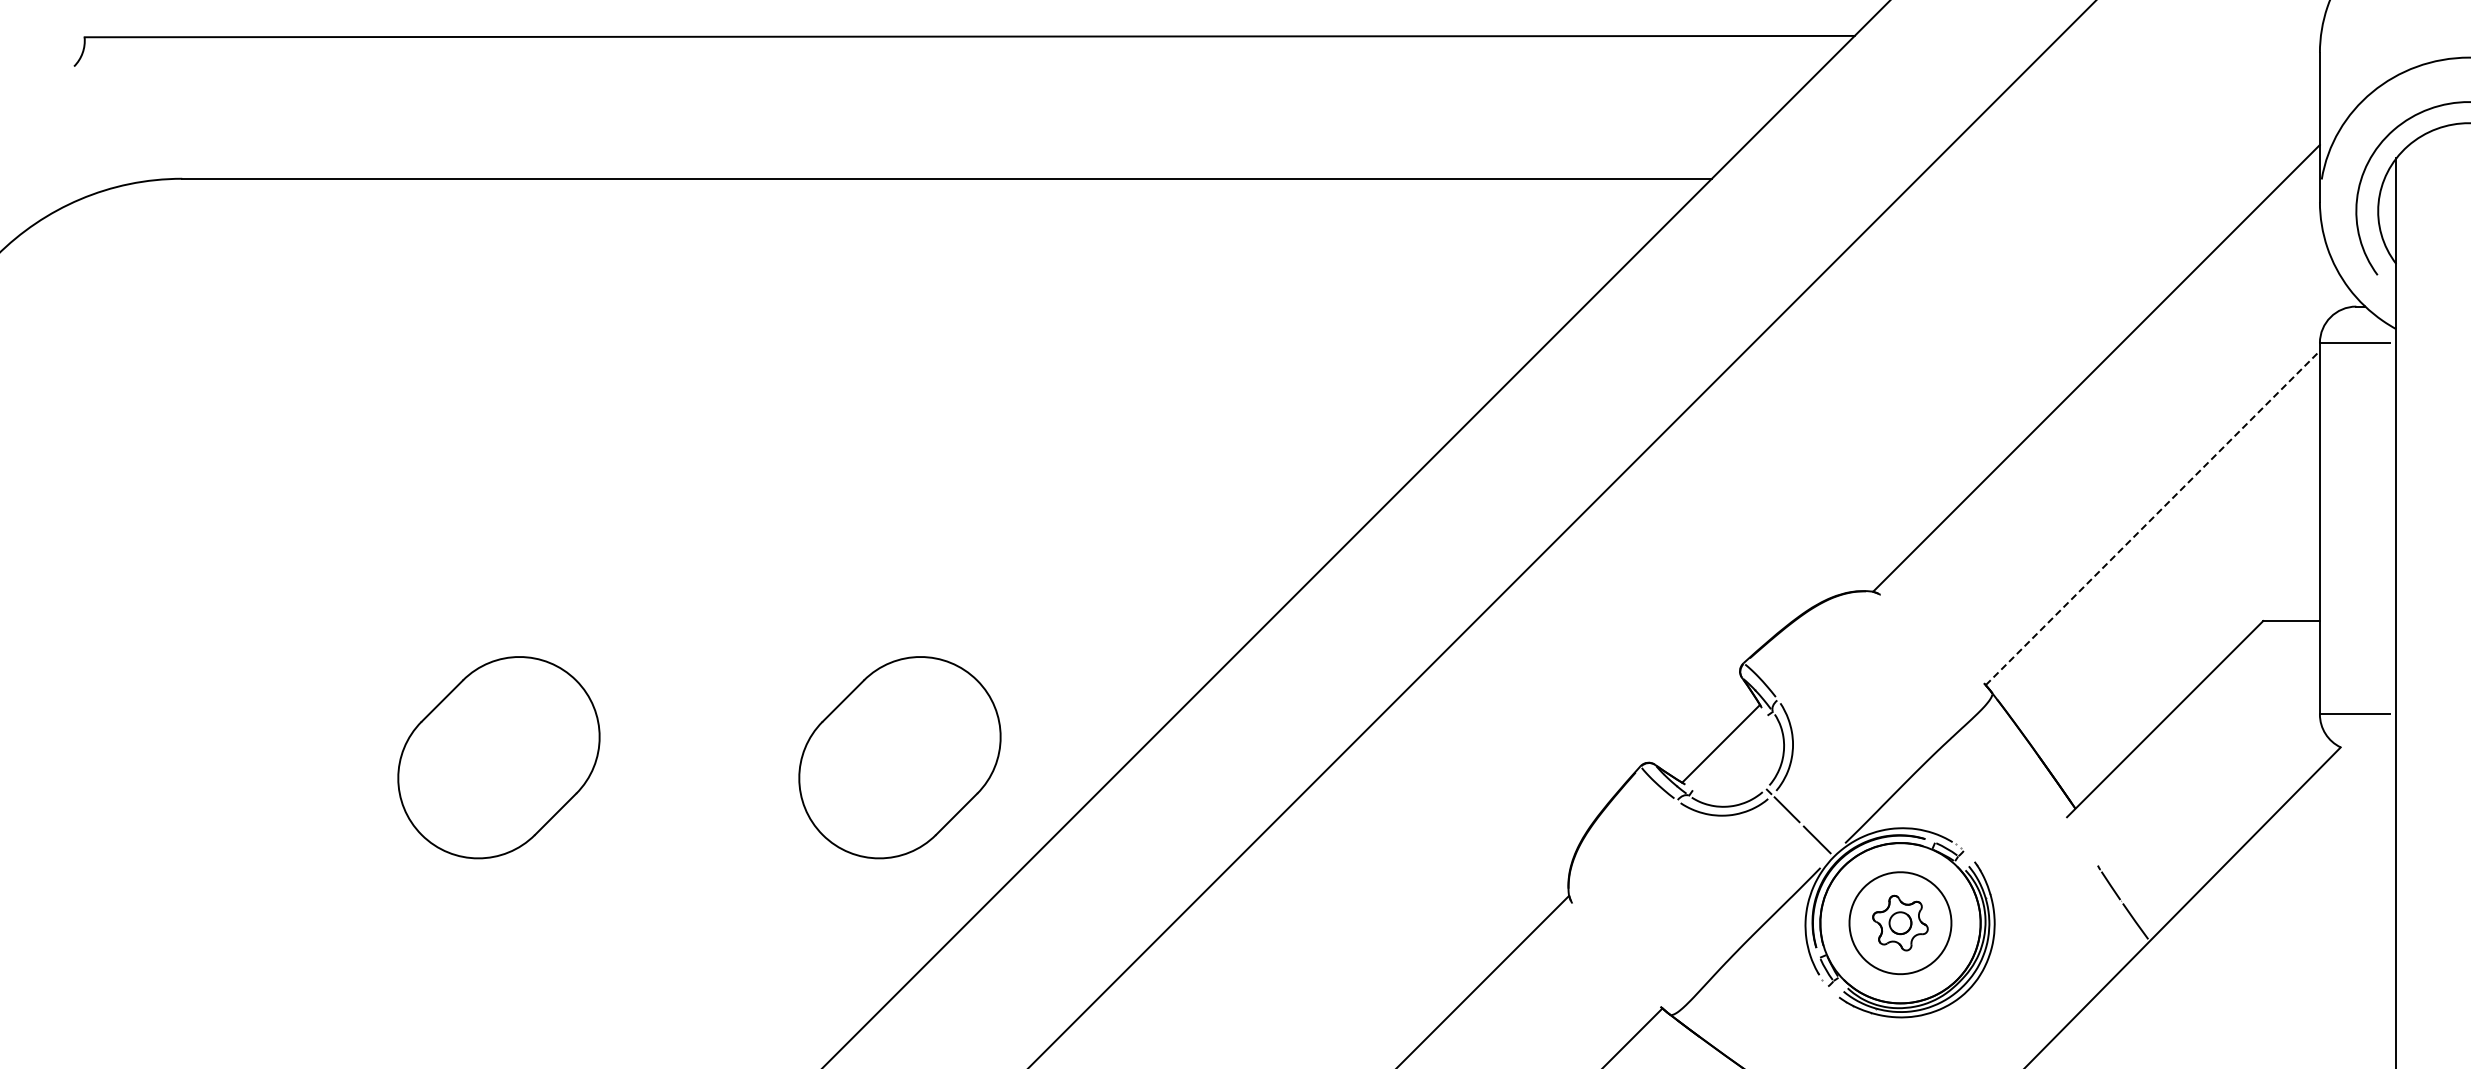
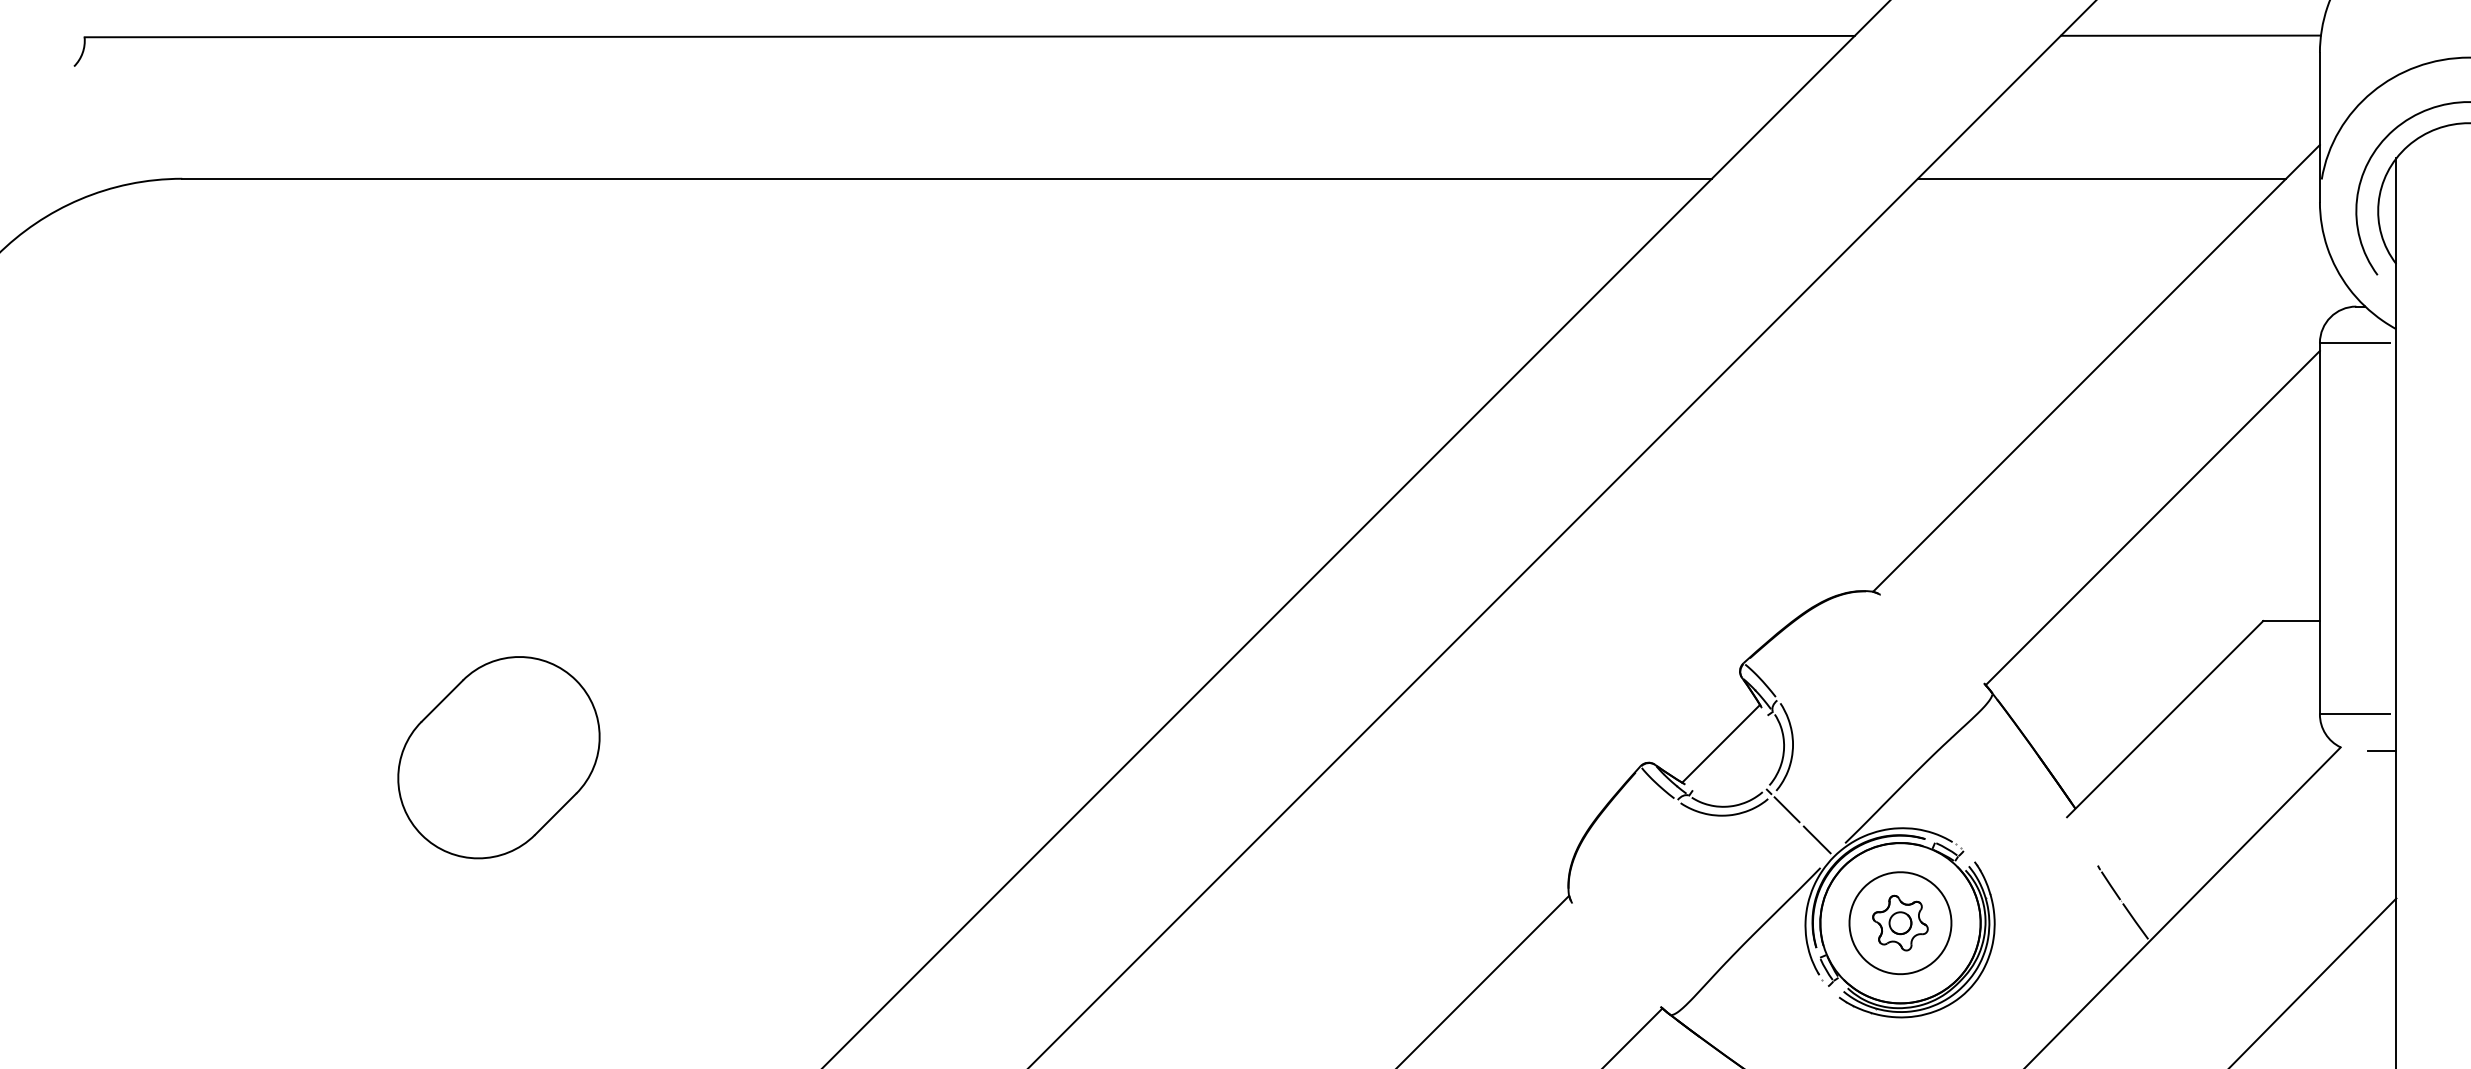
line at (2190, 35): none -> present
line at (2101, 178): none -> present
line at (2153, 517): dashed -> solid
line at (2381, 750): none -> present
part at (899, 757): present -> none
line at (2313, 981): none -> present
